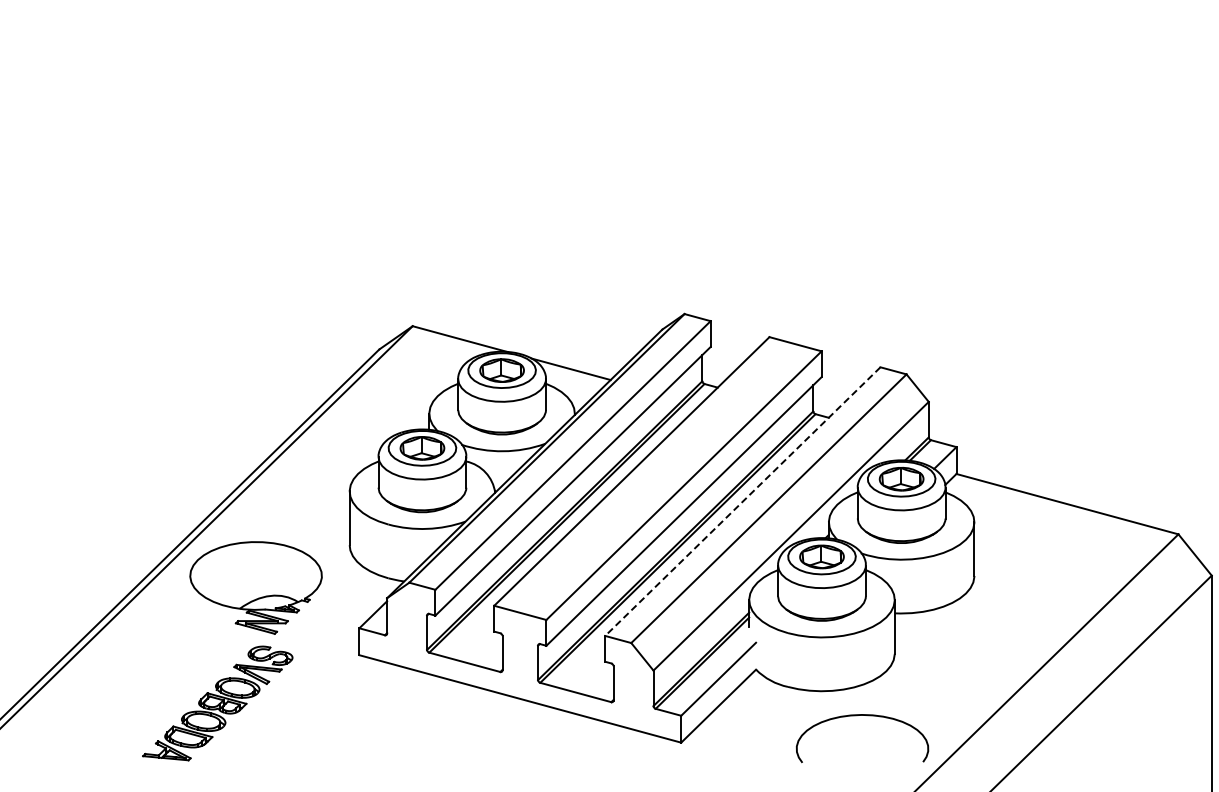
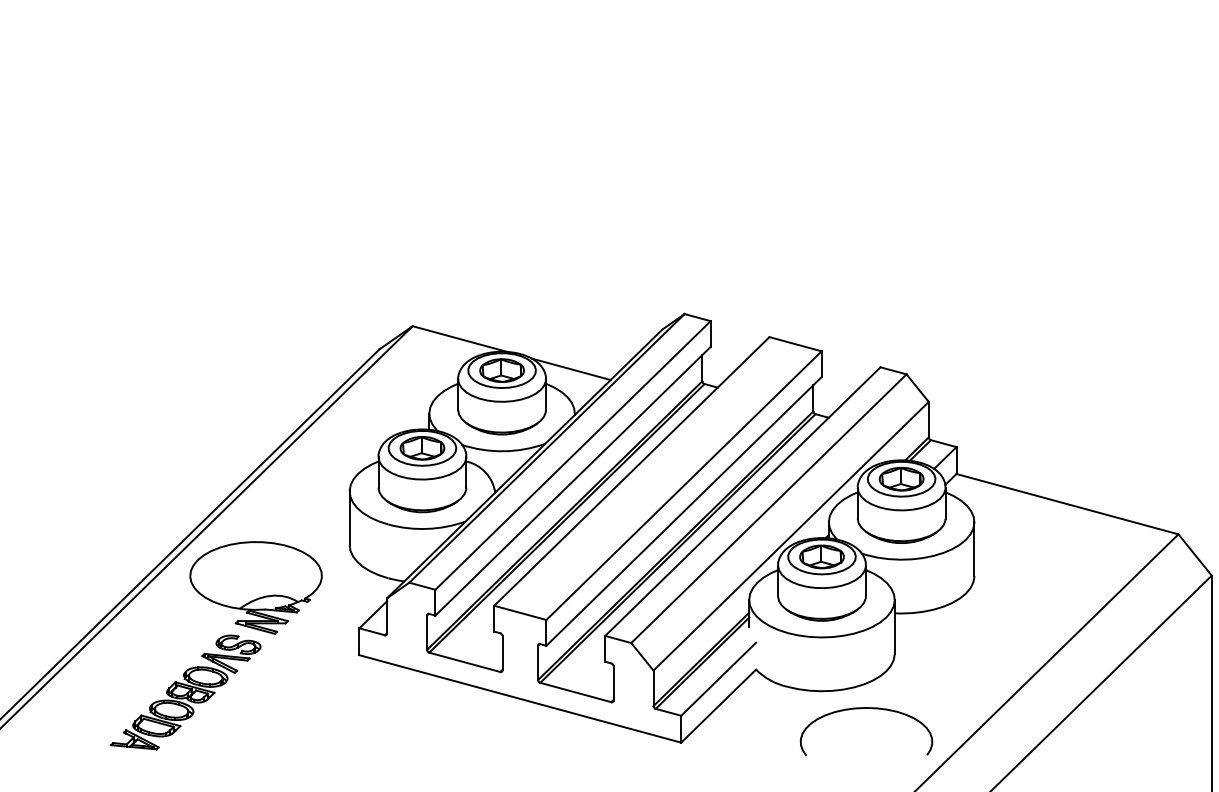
line at (742, 501): dashed -> solid
part at (217, 703) position: (217, 703) -> (185, 692)
curve at (856, 716) position: (856, 716) -> (860, 709)
